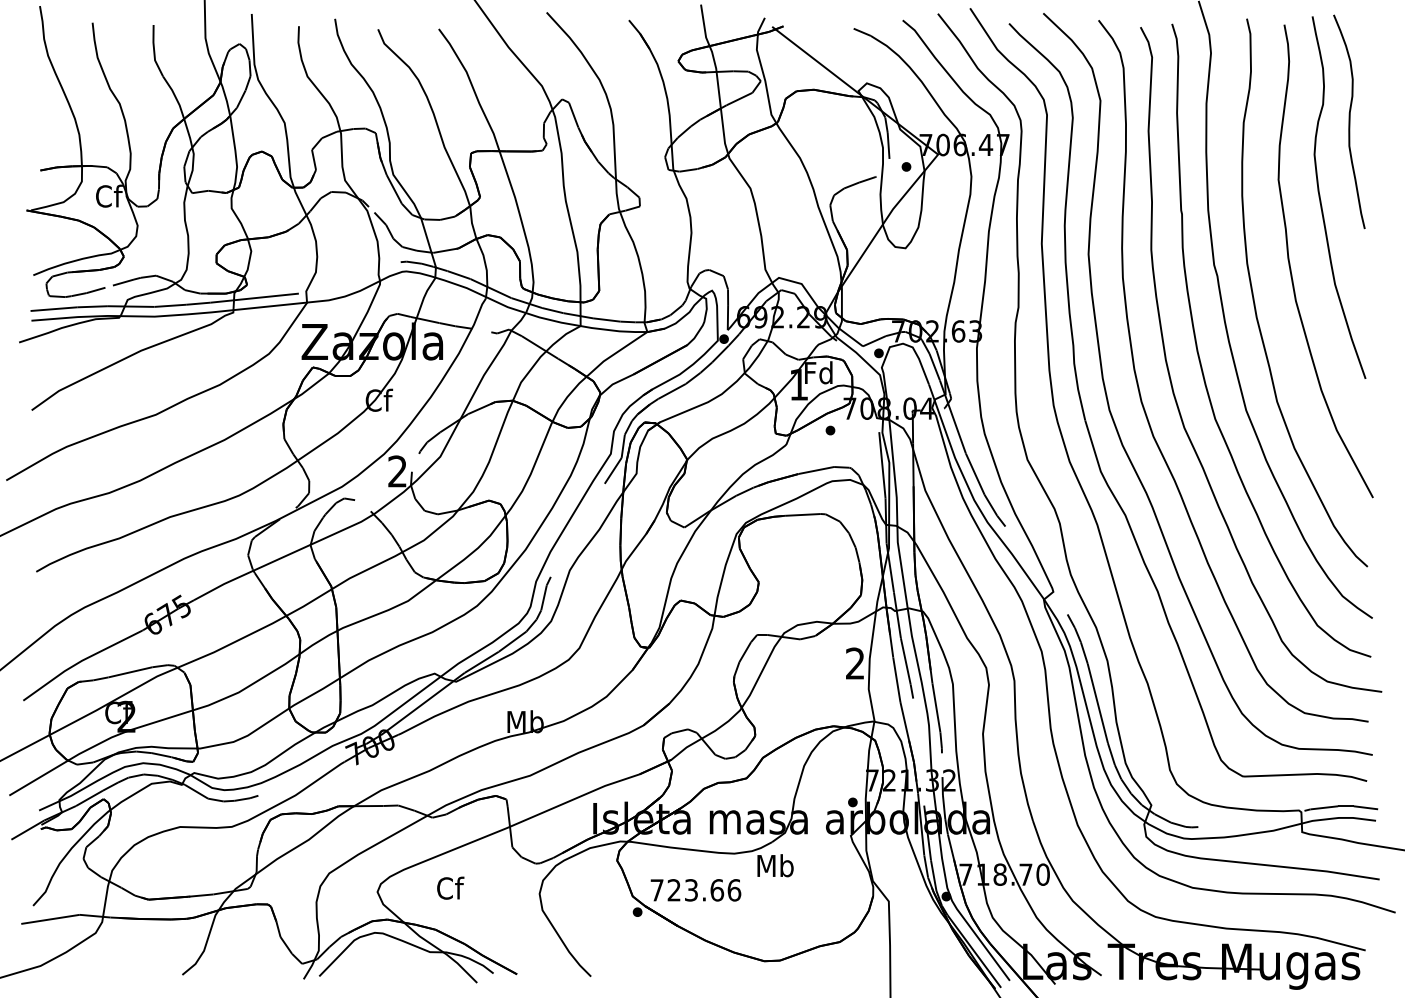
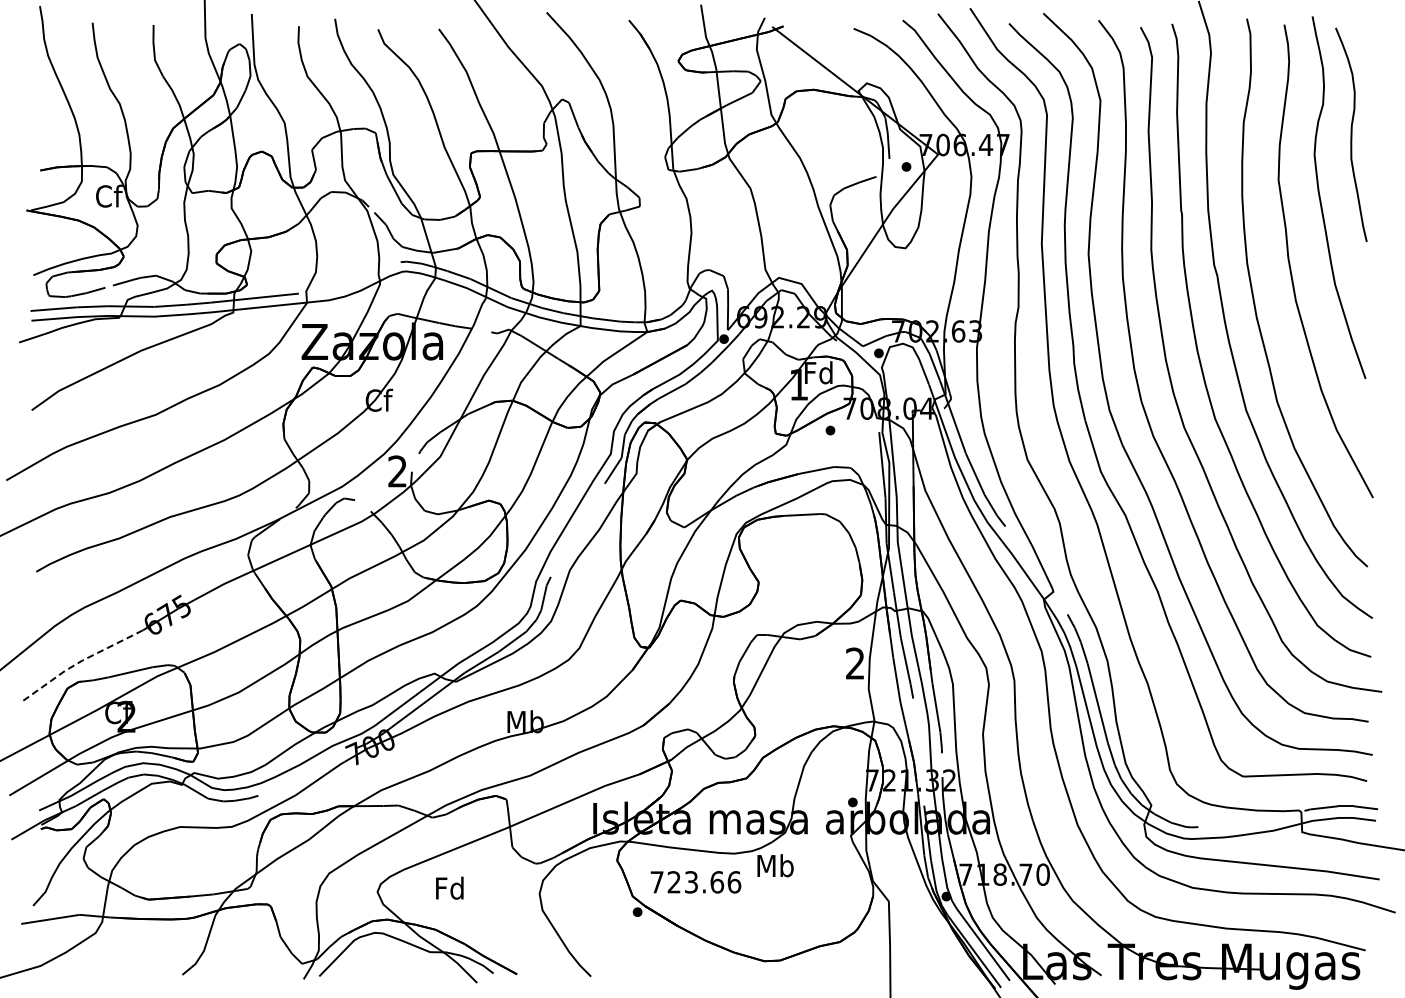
curve at (1349, 121) position: (1349, 121) -> (1351, 134)
line at (80, 661): solid -> dashed
text at (450, 887): Cf -> Fd
text at (695, 890) position: (695, 890) -> (695, 882)
